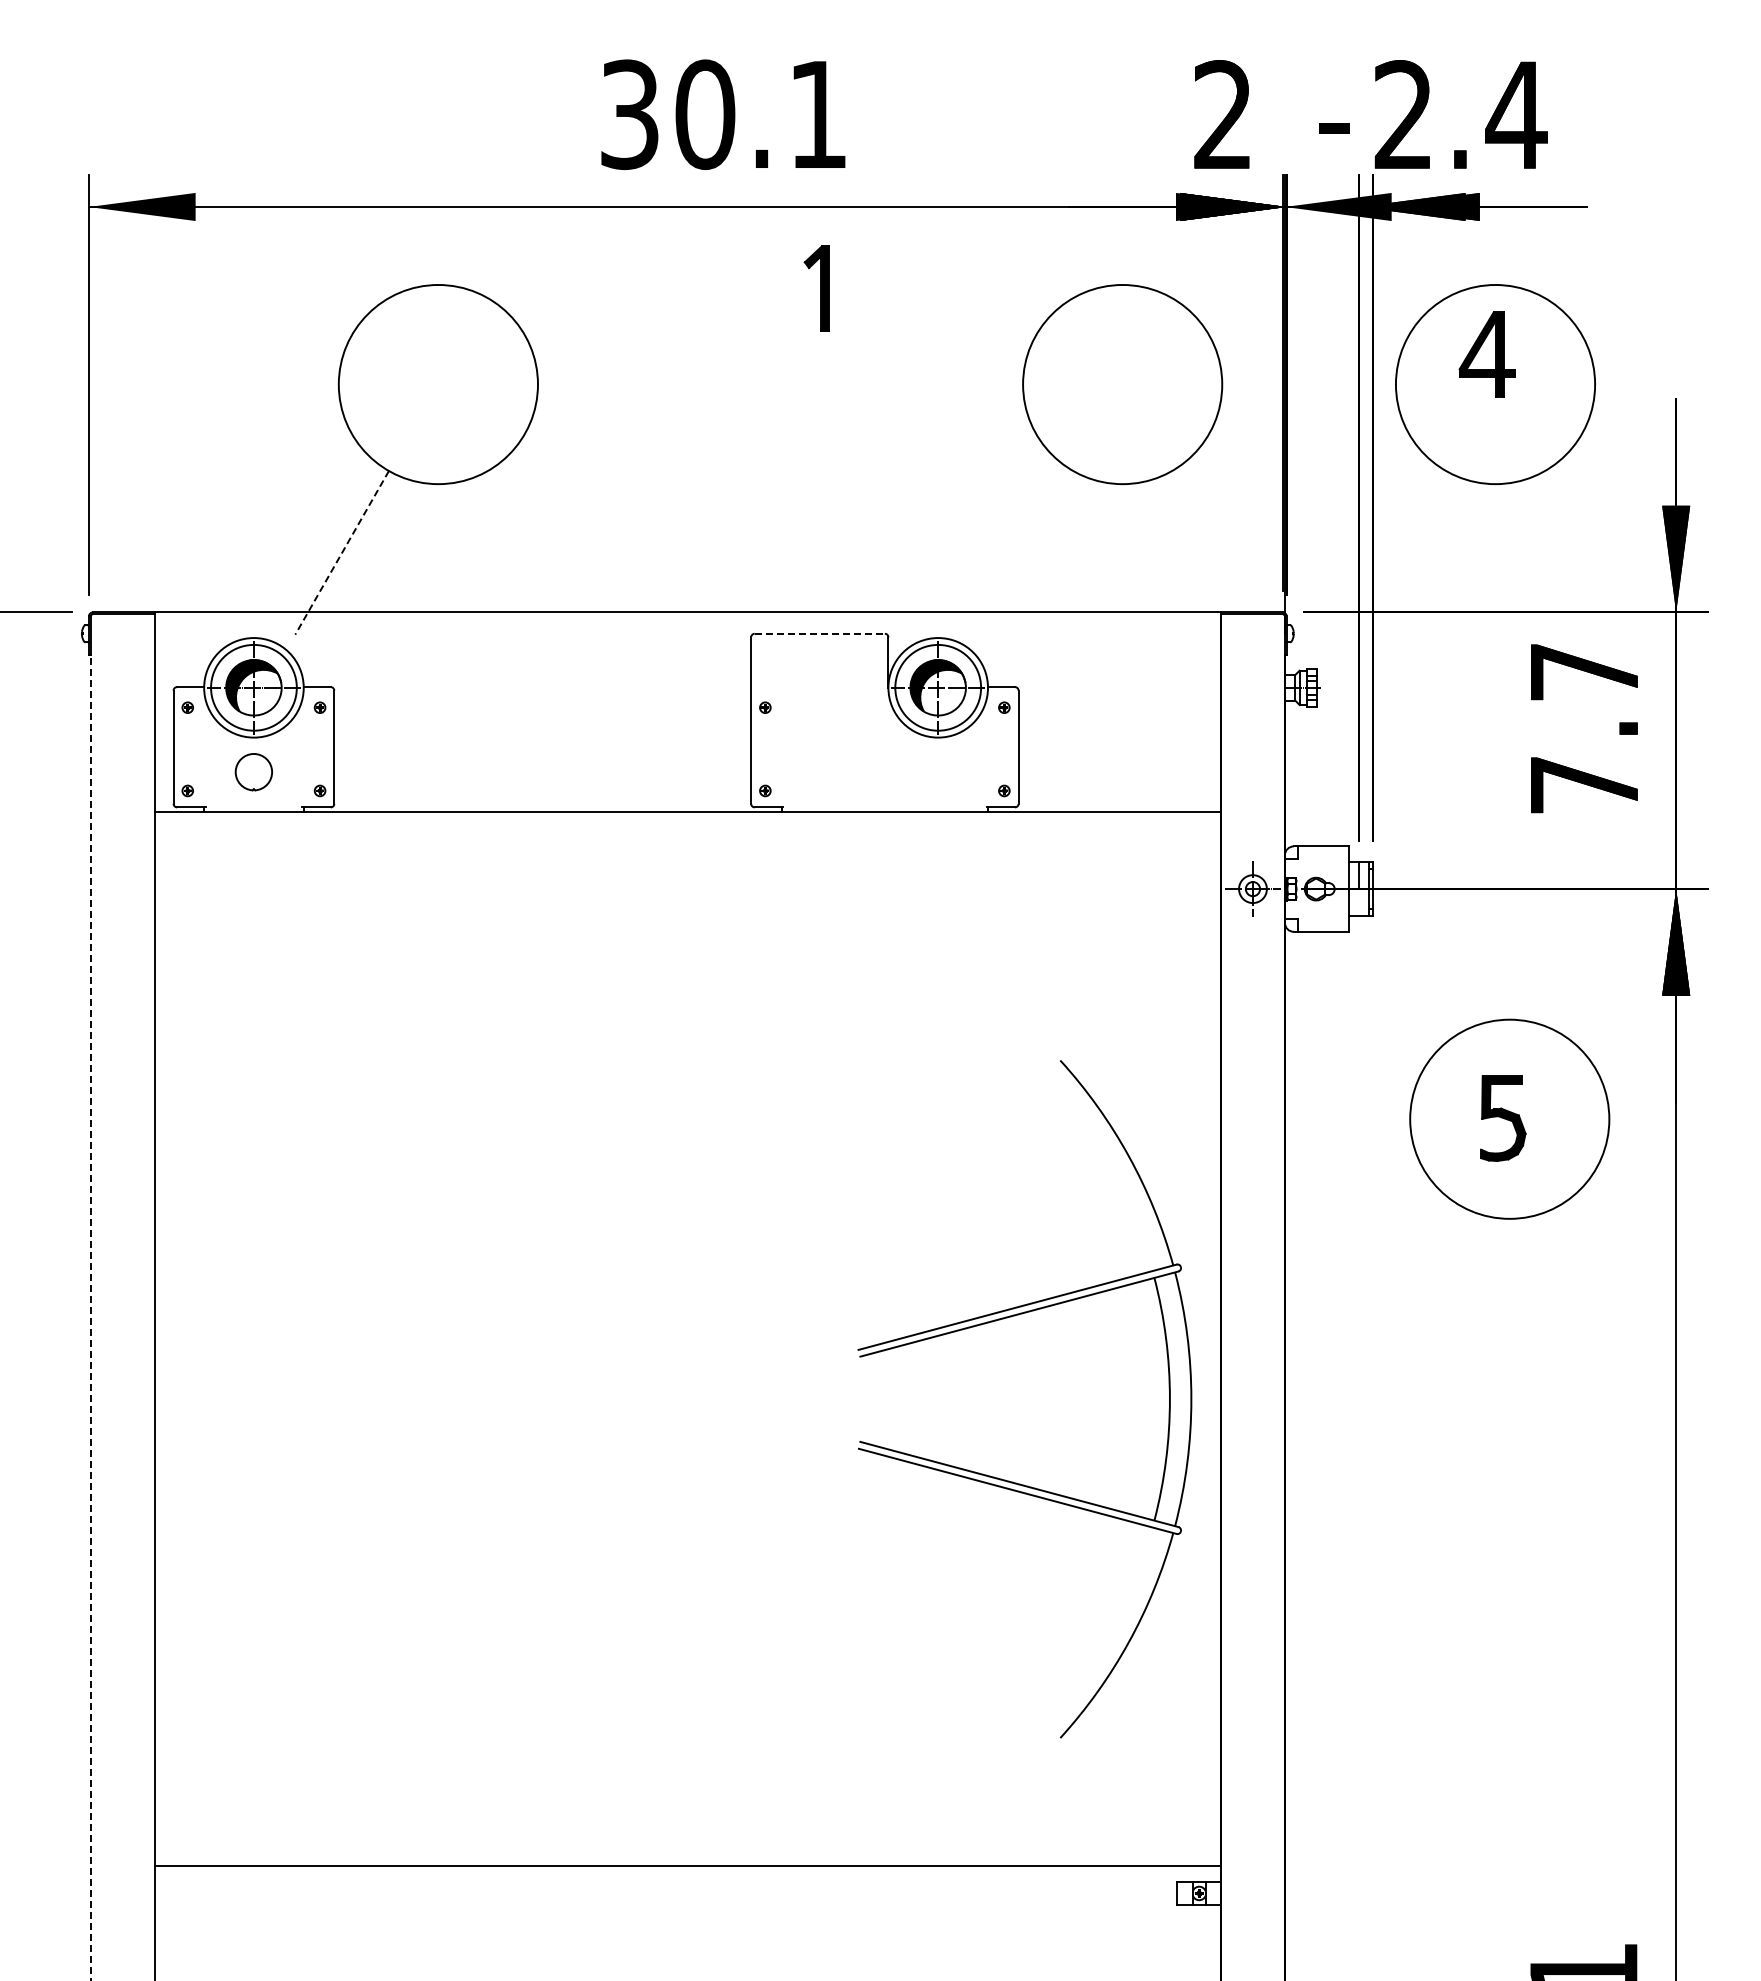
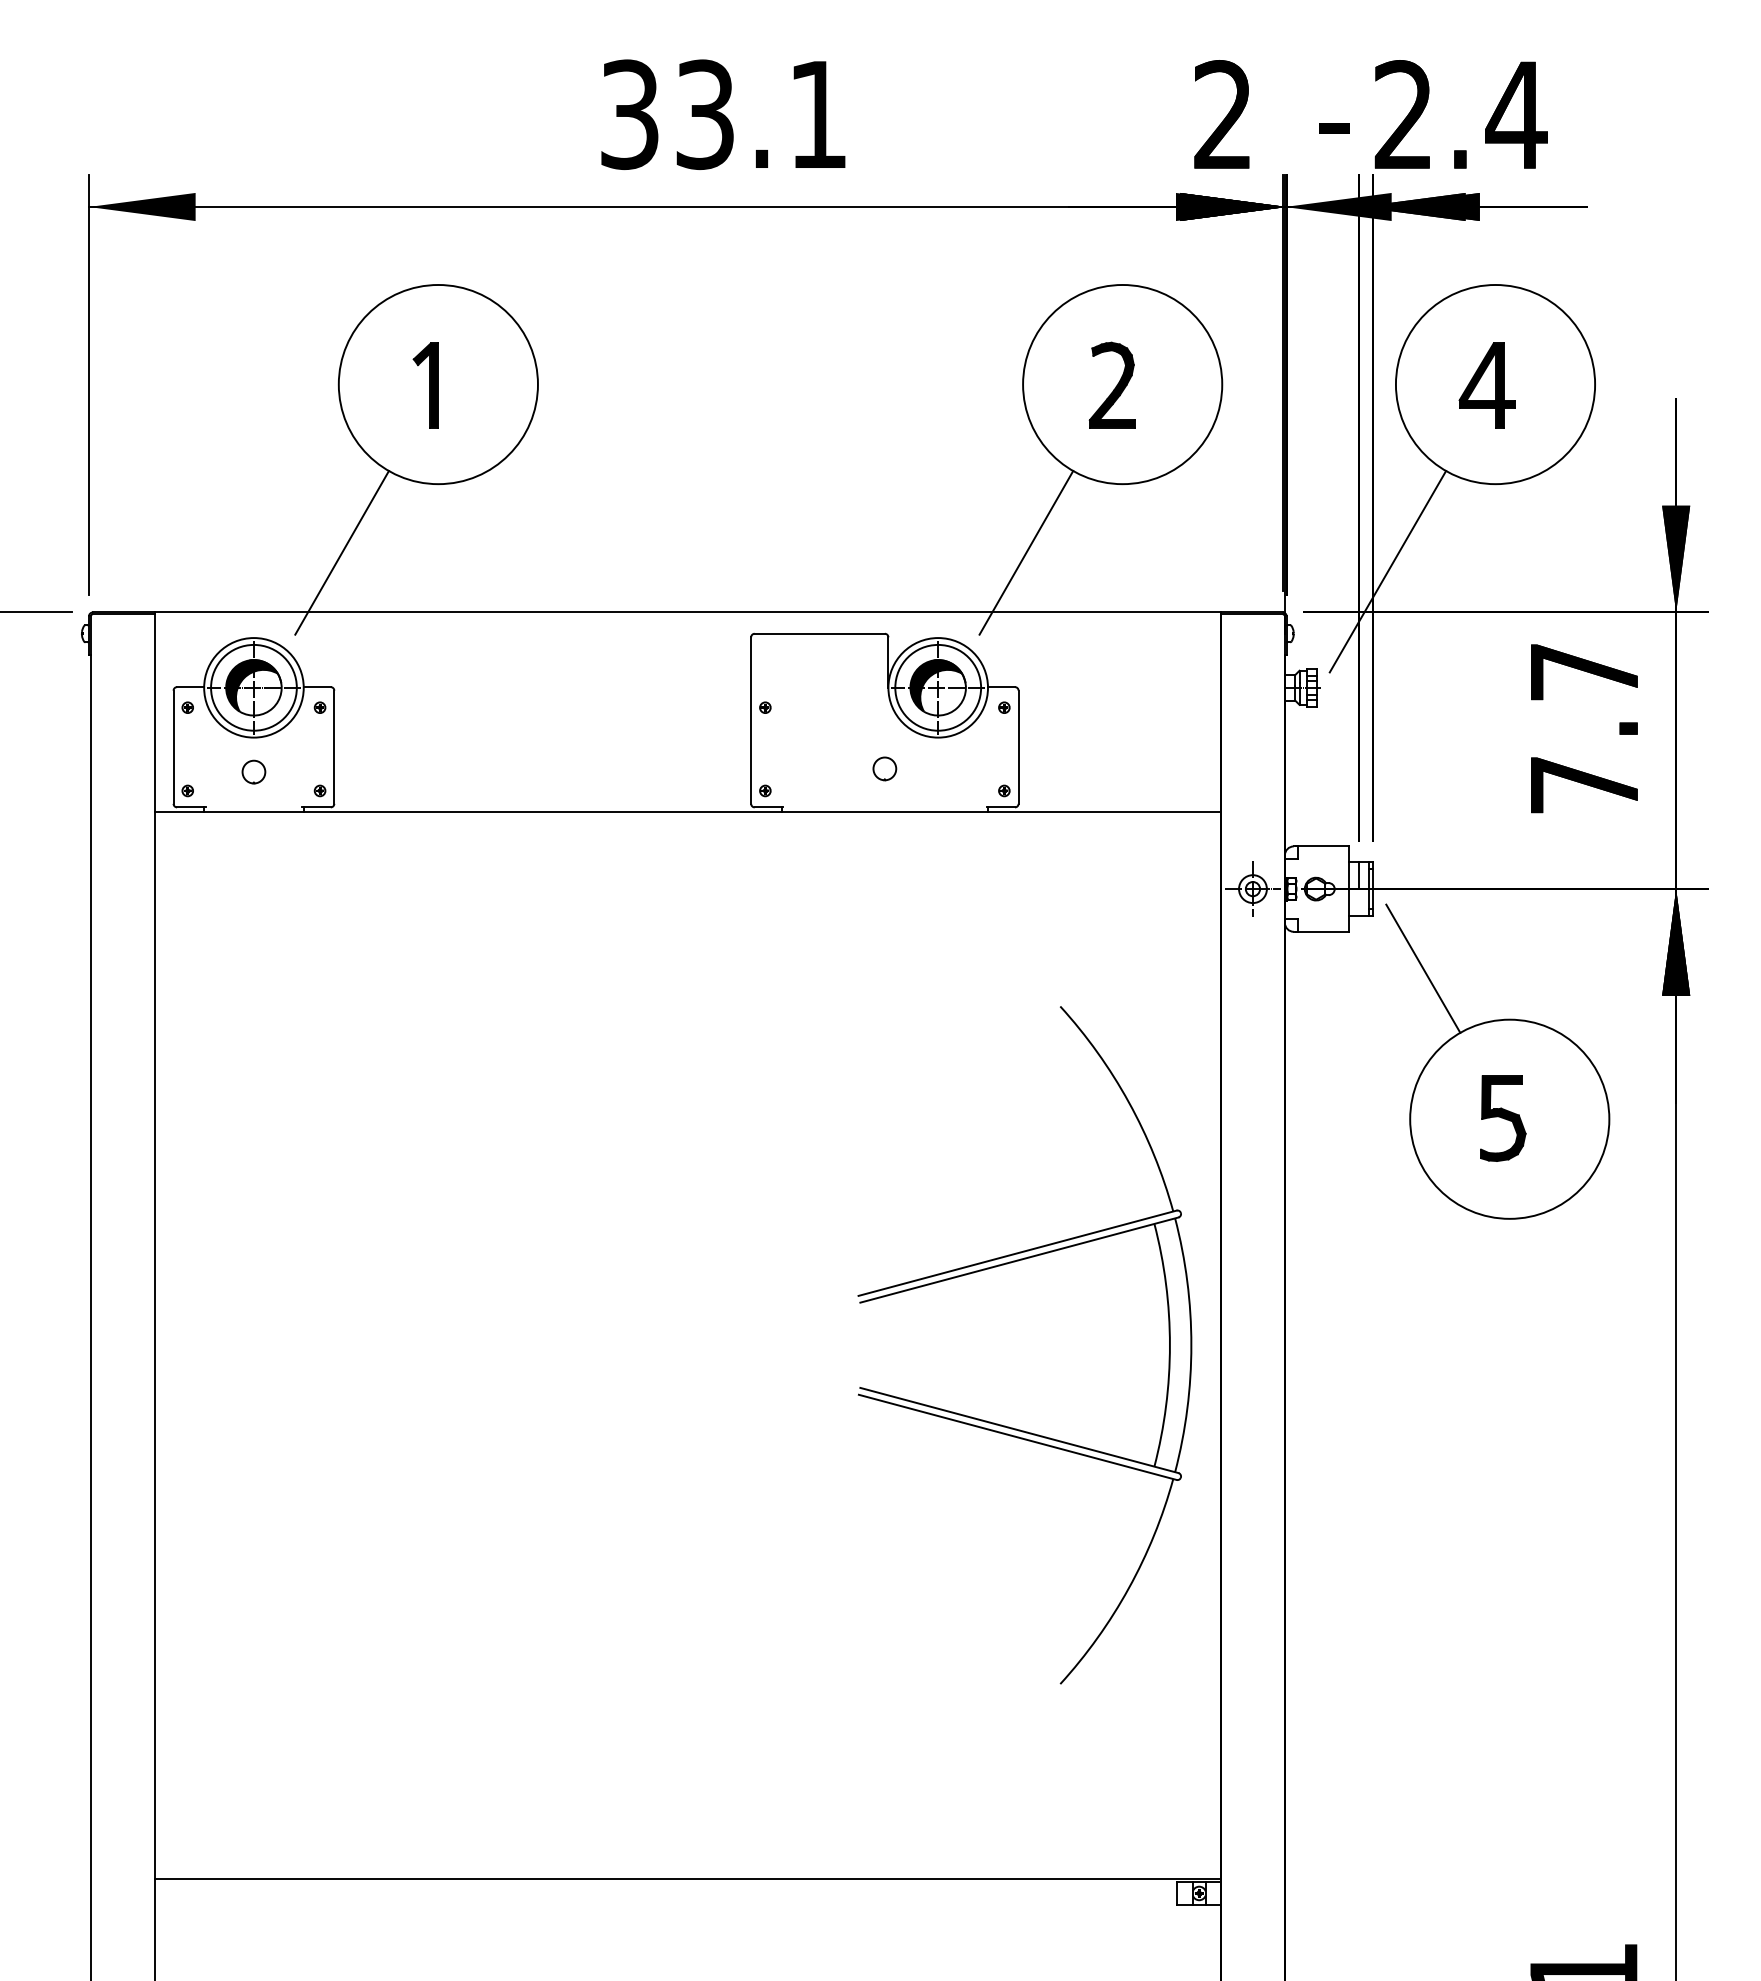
text at (705, 114): 30.1 -> 33.1
part at (816, 288) position: (816, 288) -> (425, 385)
part at (1486, 354) position: (1486, 354) -> (1486, 385)
part at (1111, 384): none -> present
line at (1026, 552): none -> present
line at (341, 553): dashed -> solid
line at (1387, 571): none -> present
line at (820, 633): dashed -> solid
part at (884, 768): none -> present
part at (253, 772) size: 39x39 px -> 26x26 px
line at (1423, 968): none -> present
line at (90, 1317): dashed -> solid
part at (1005, 1479) position: (1005, 1479) -> (1005, 1425)
line at (687, 1865) position: (687, 1865) -> (687, 1878)
